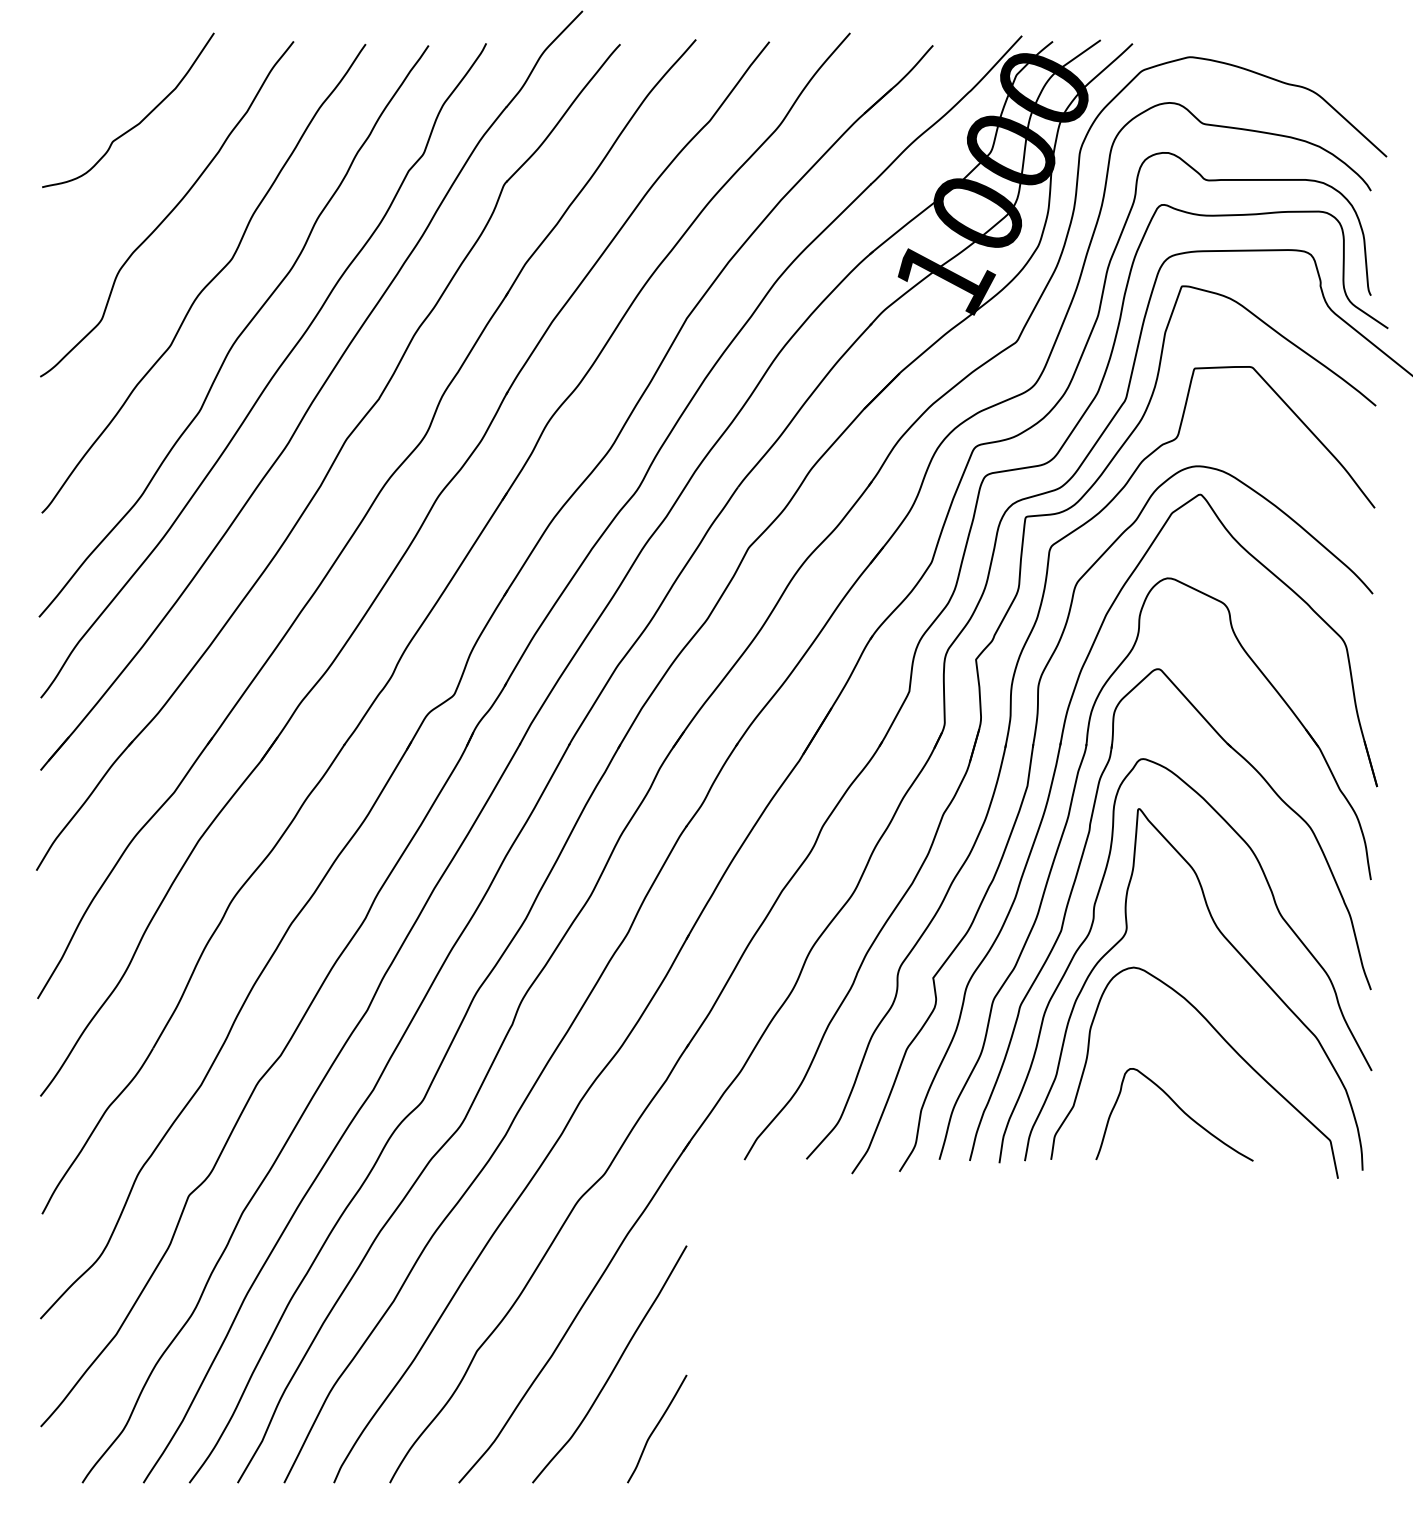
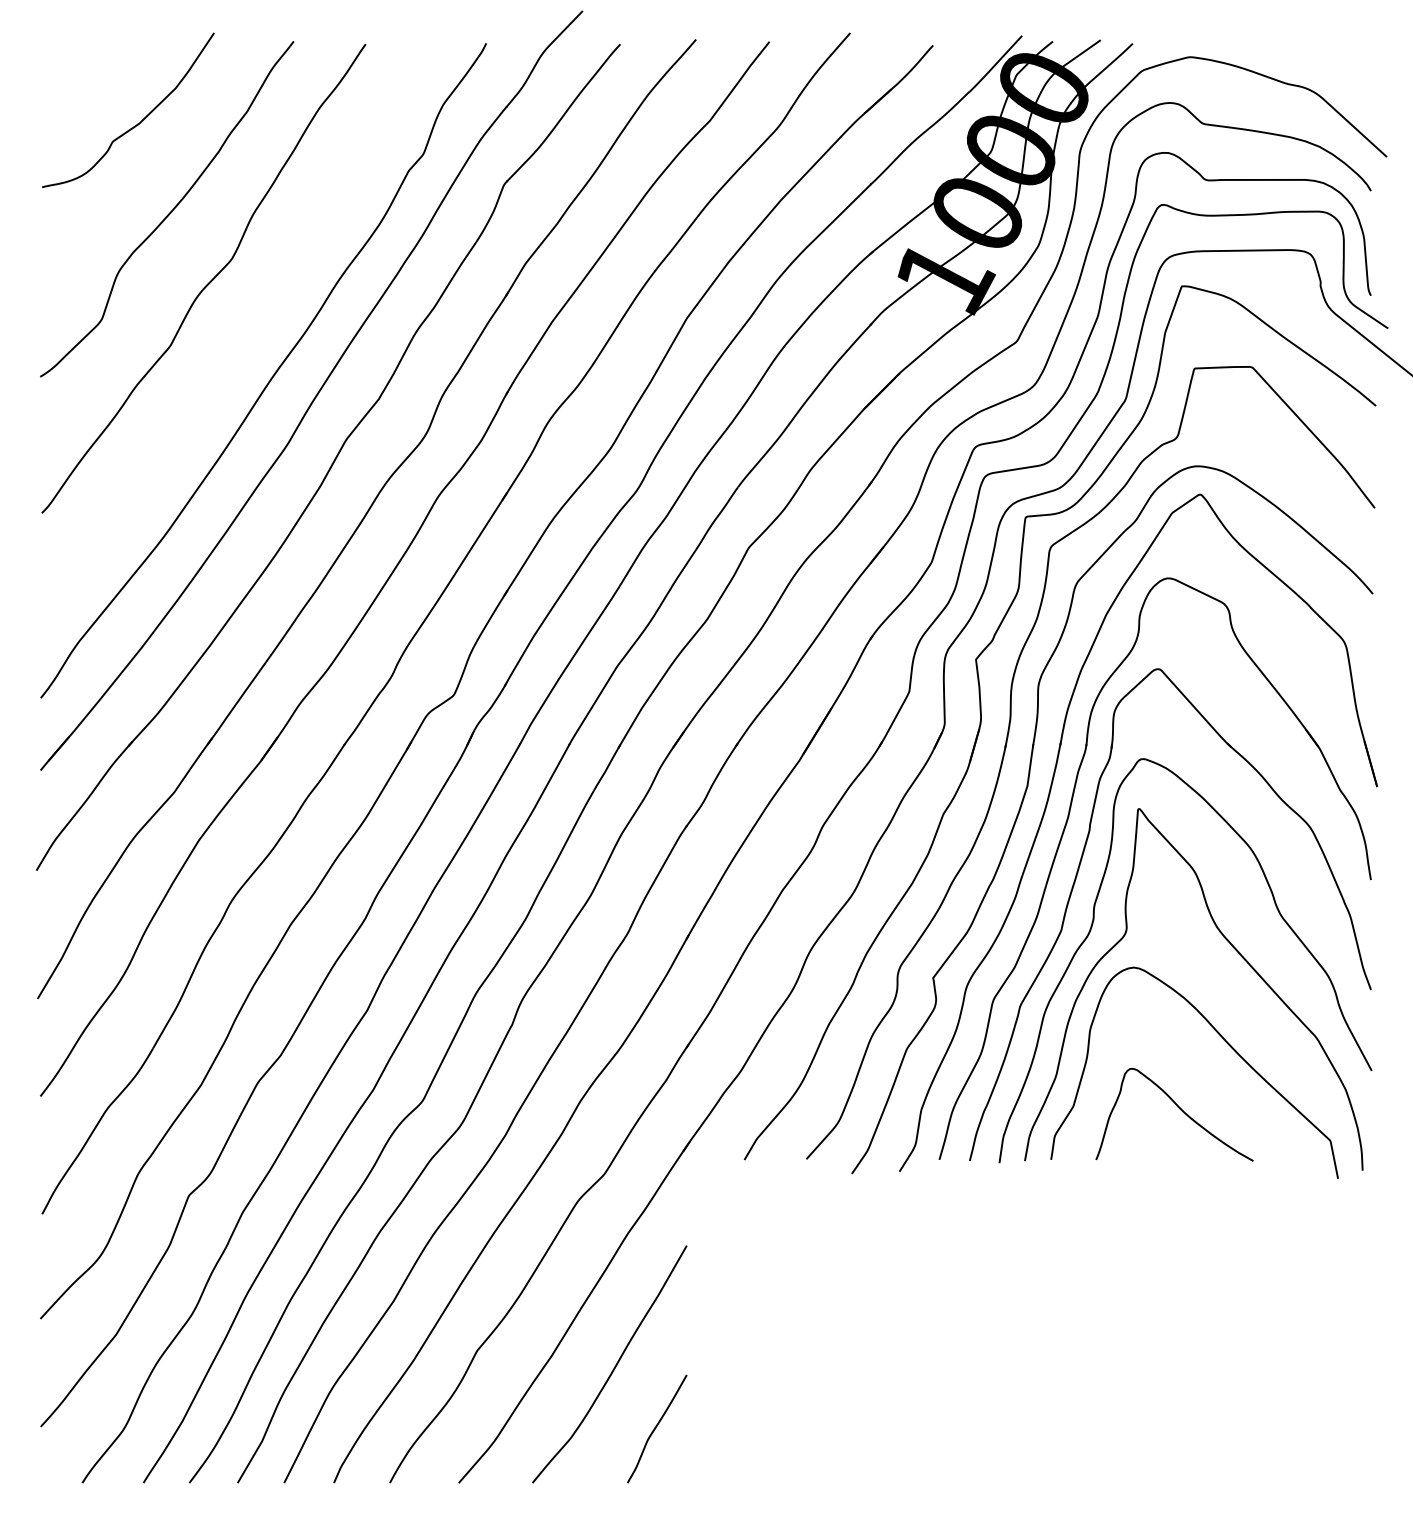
curve at (238, 335): present -> none
